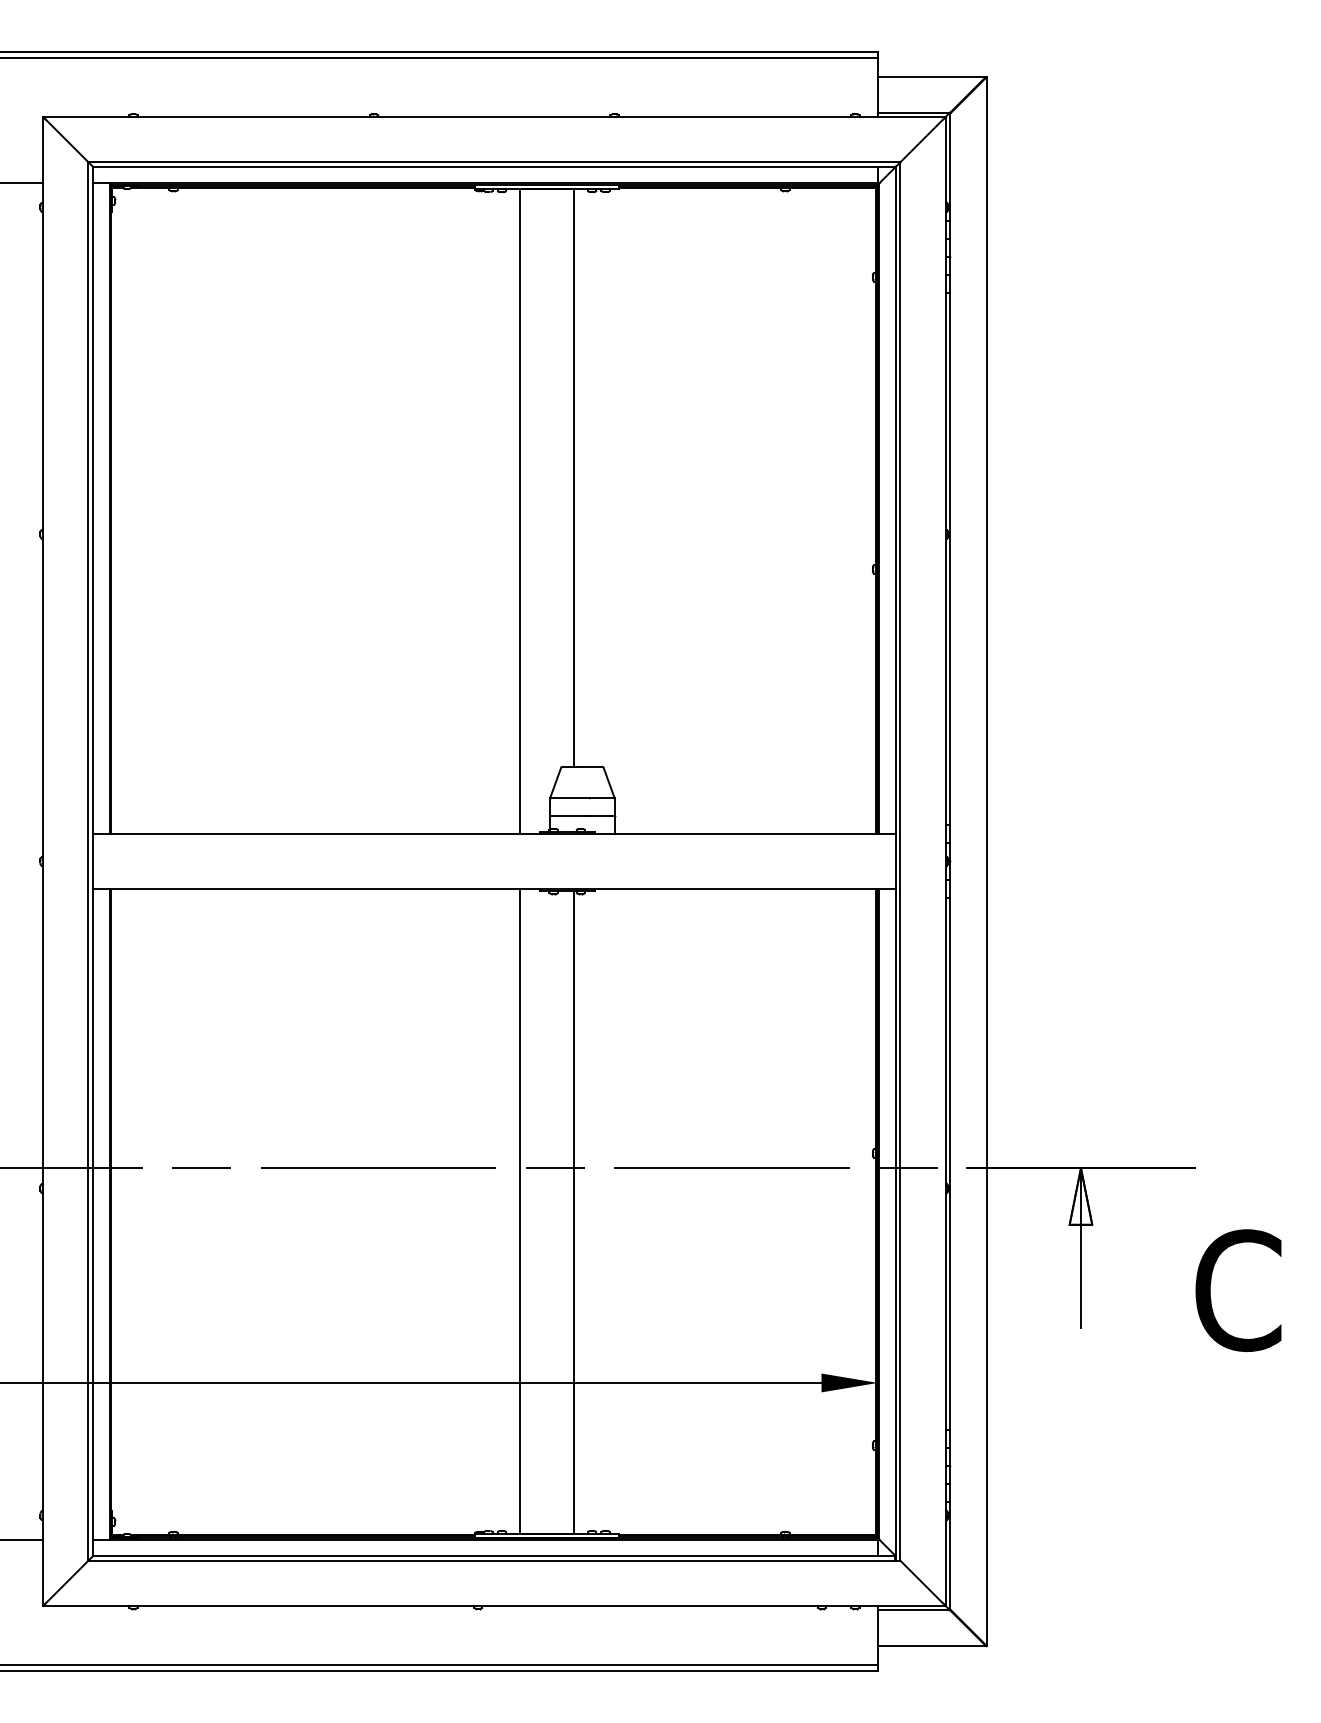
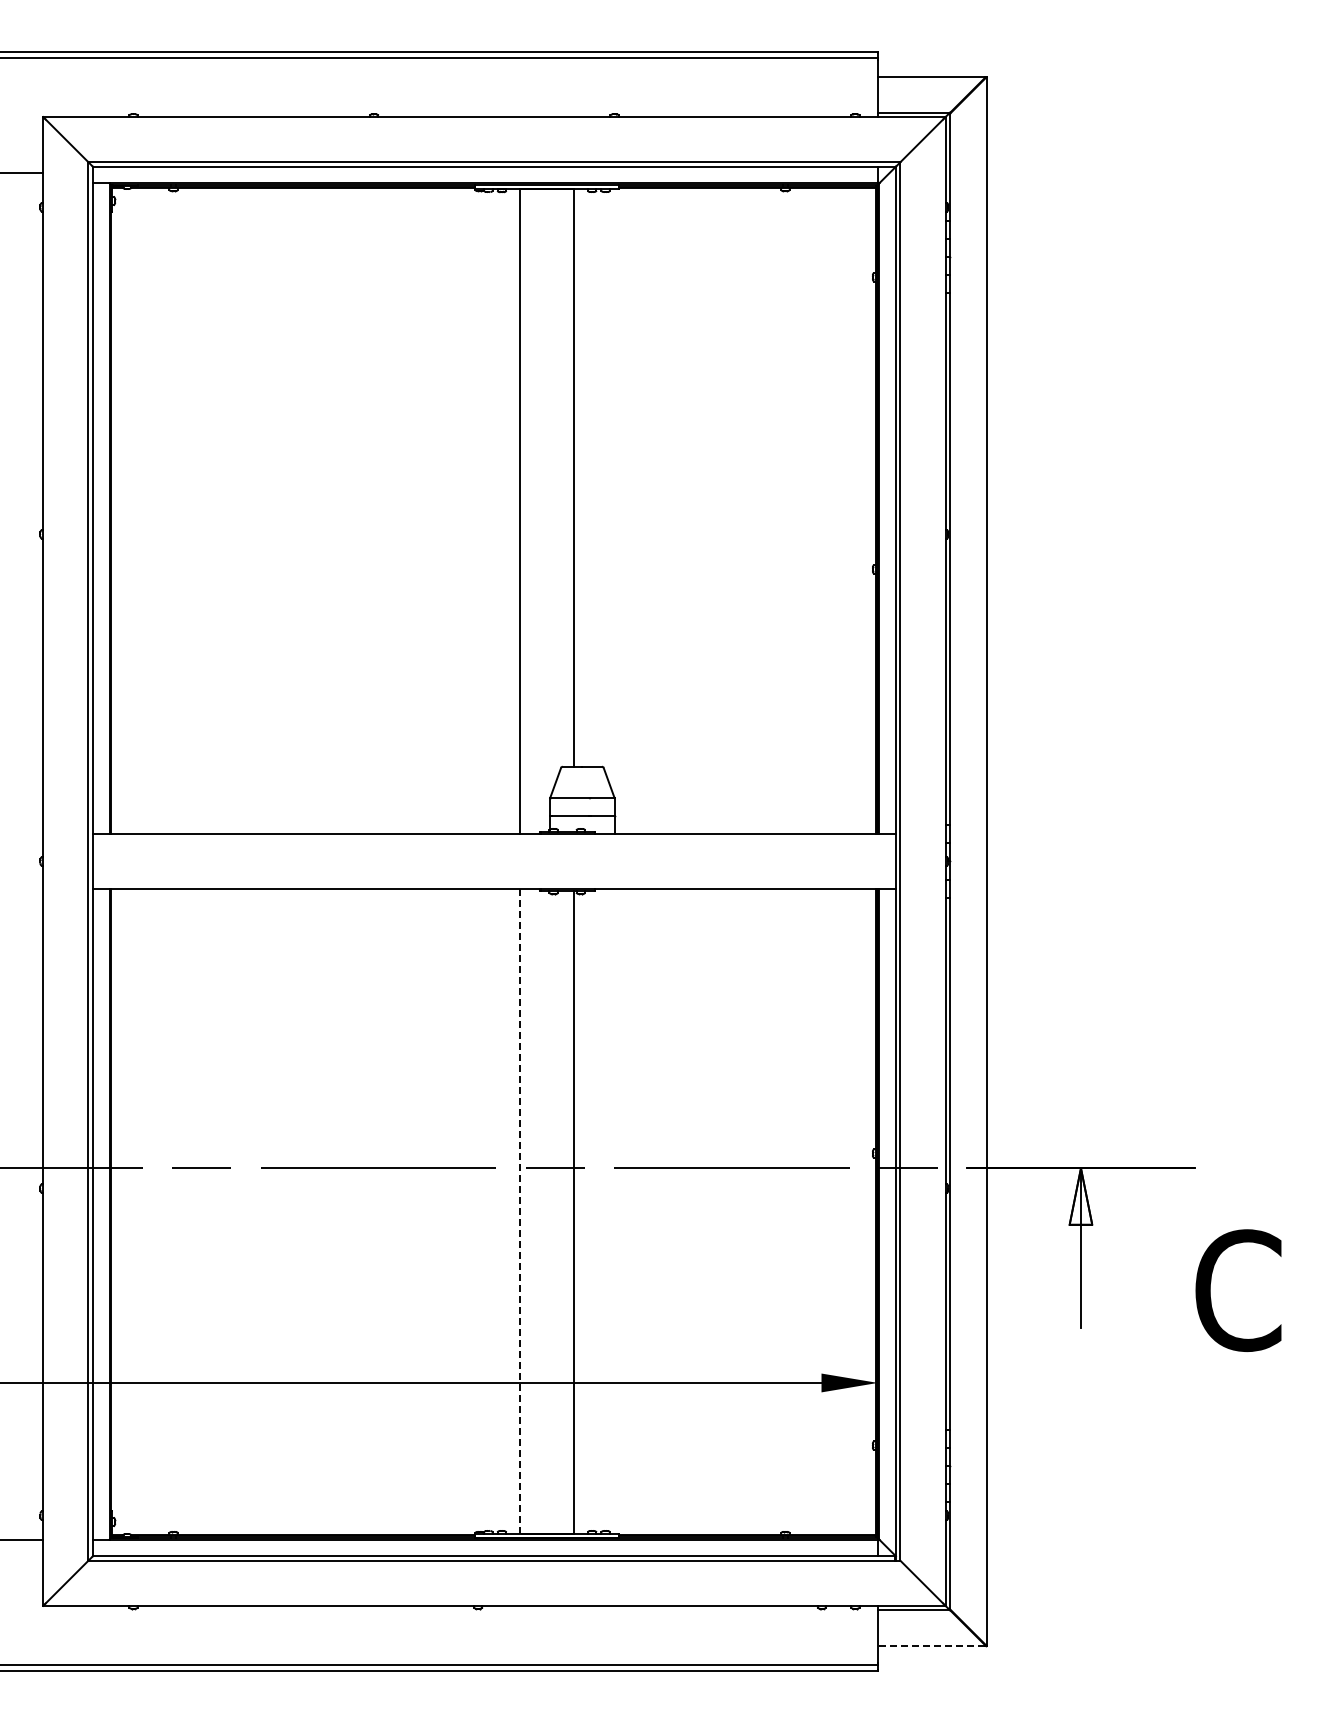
line at (22, 183) position: (22, 183) -> (22, 173)
line at (519, 1211): solid -> dashed
line at (931, 1645): solid -> dashed
